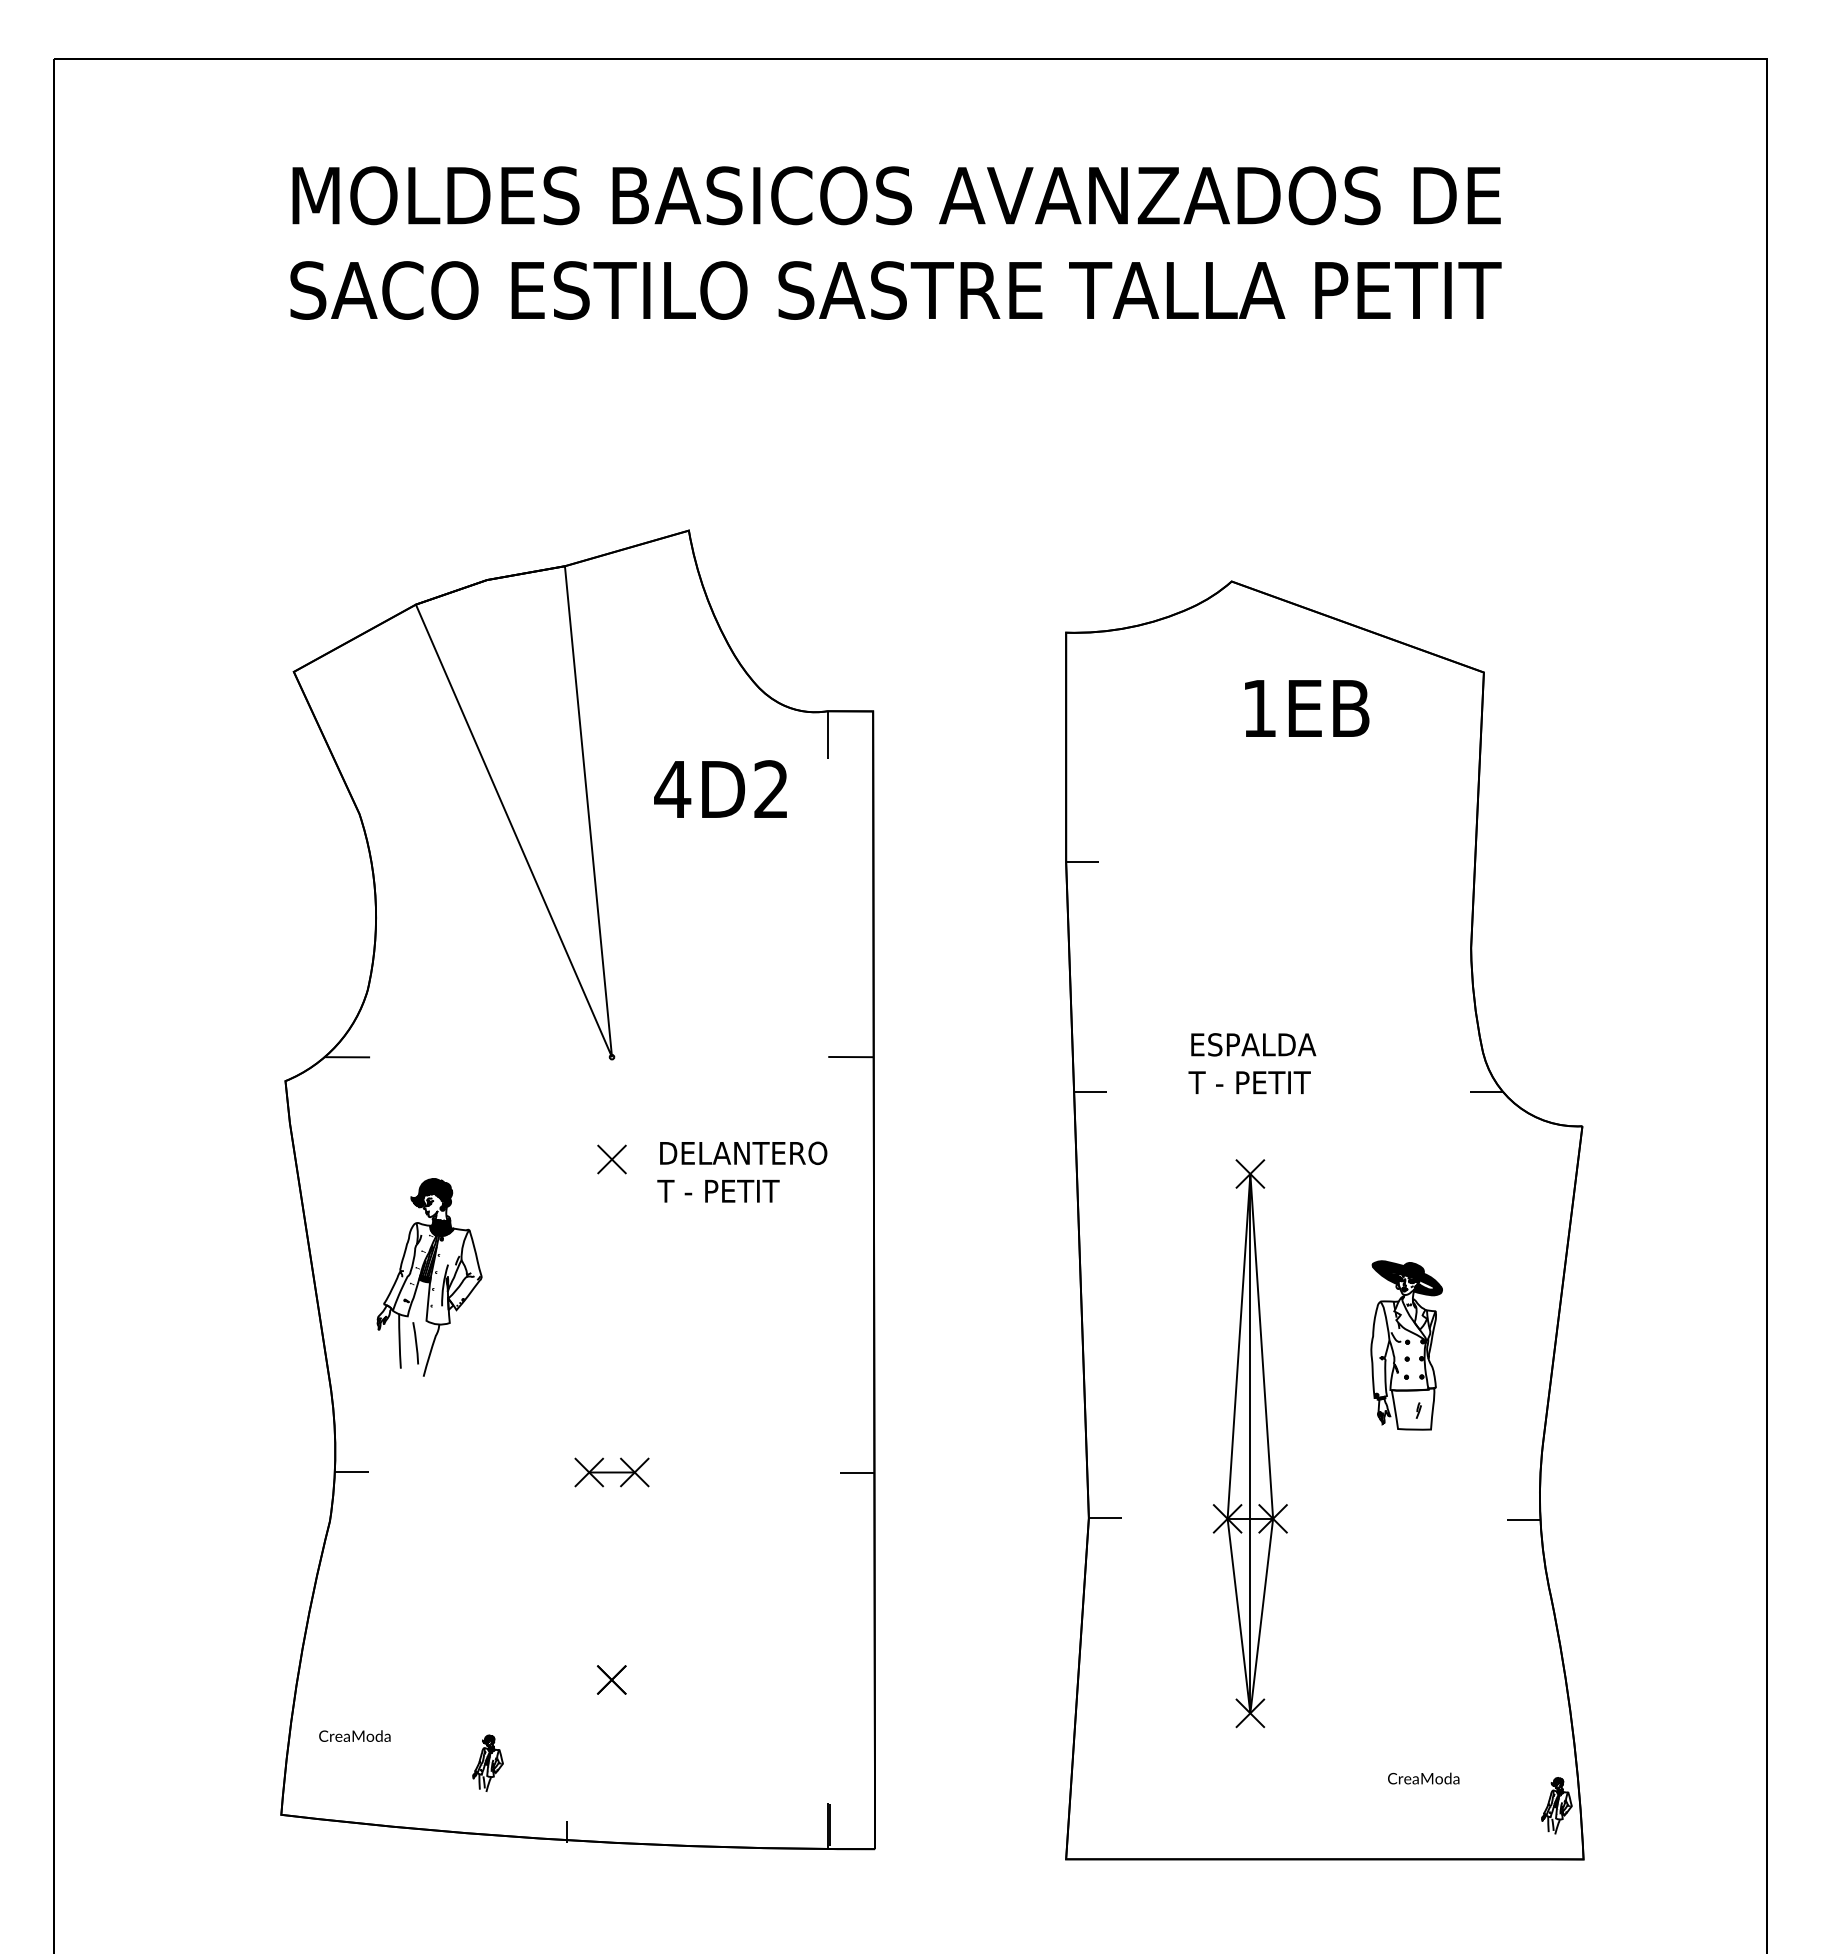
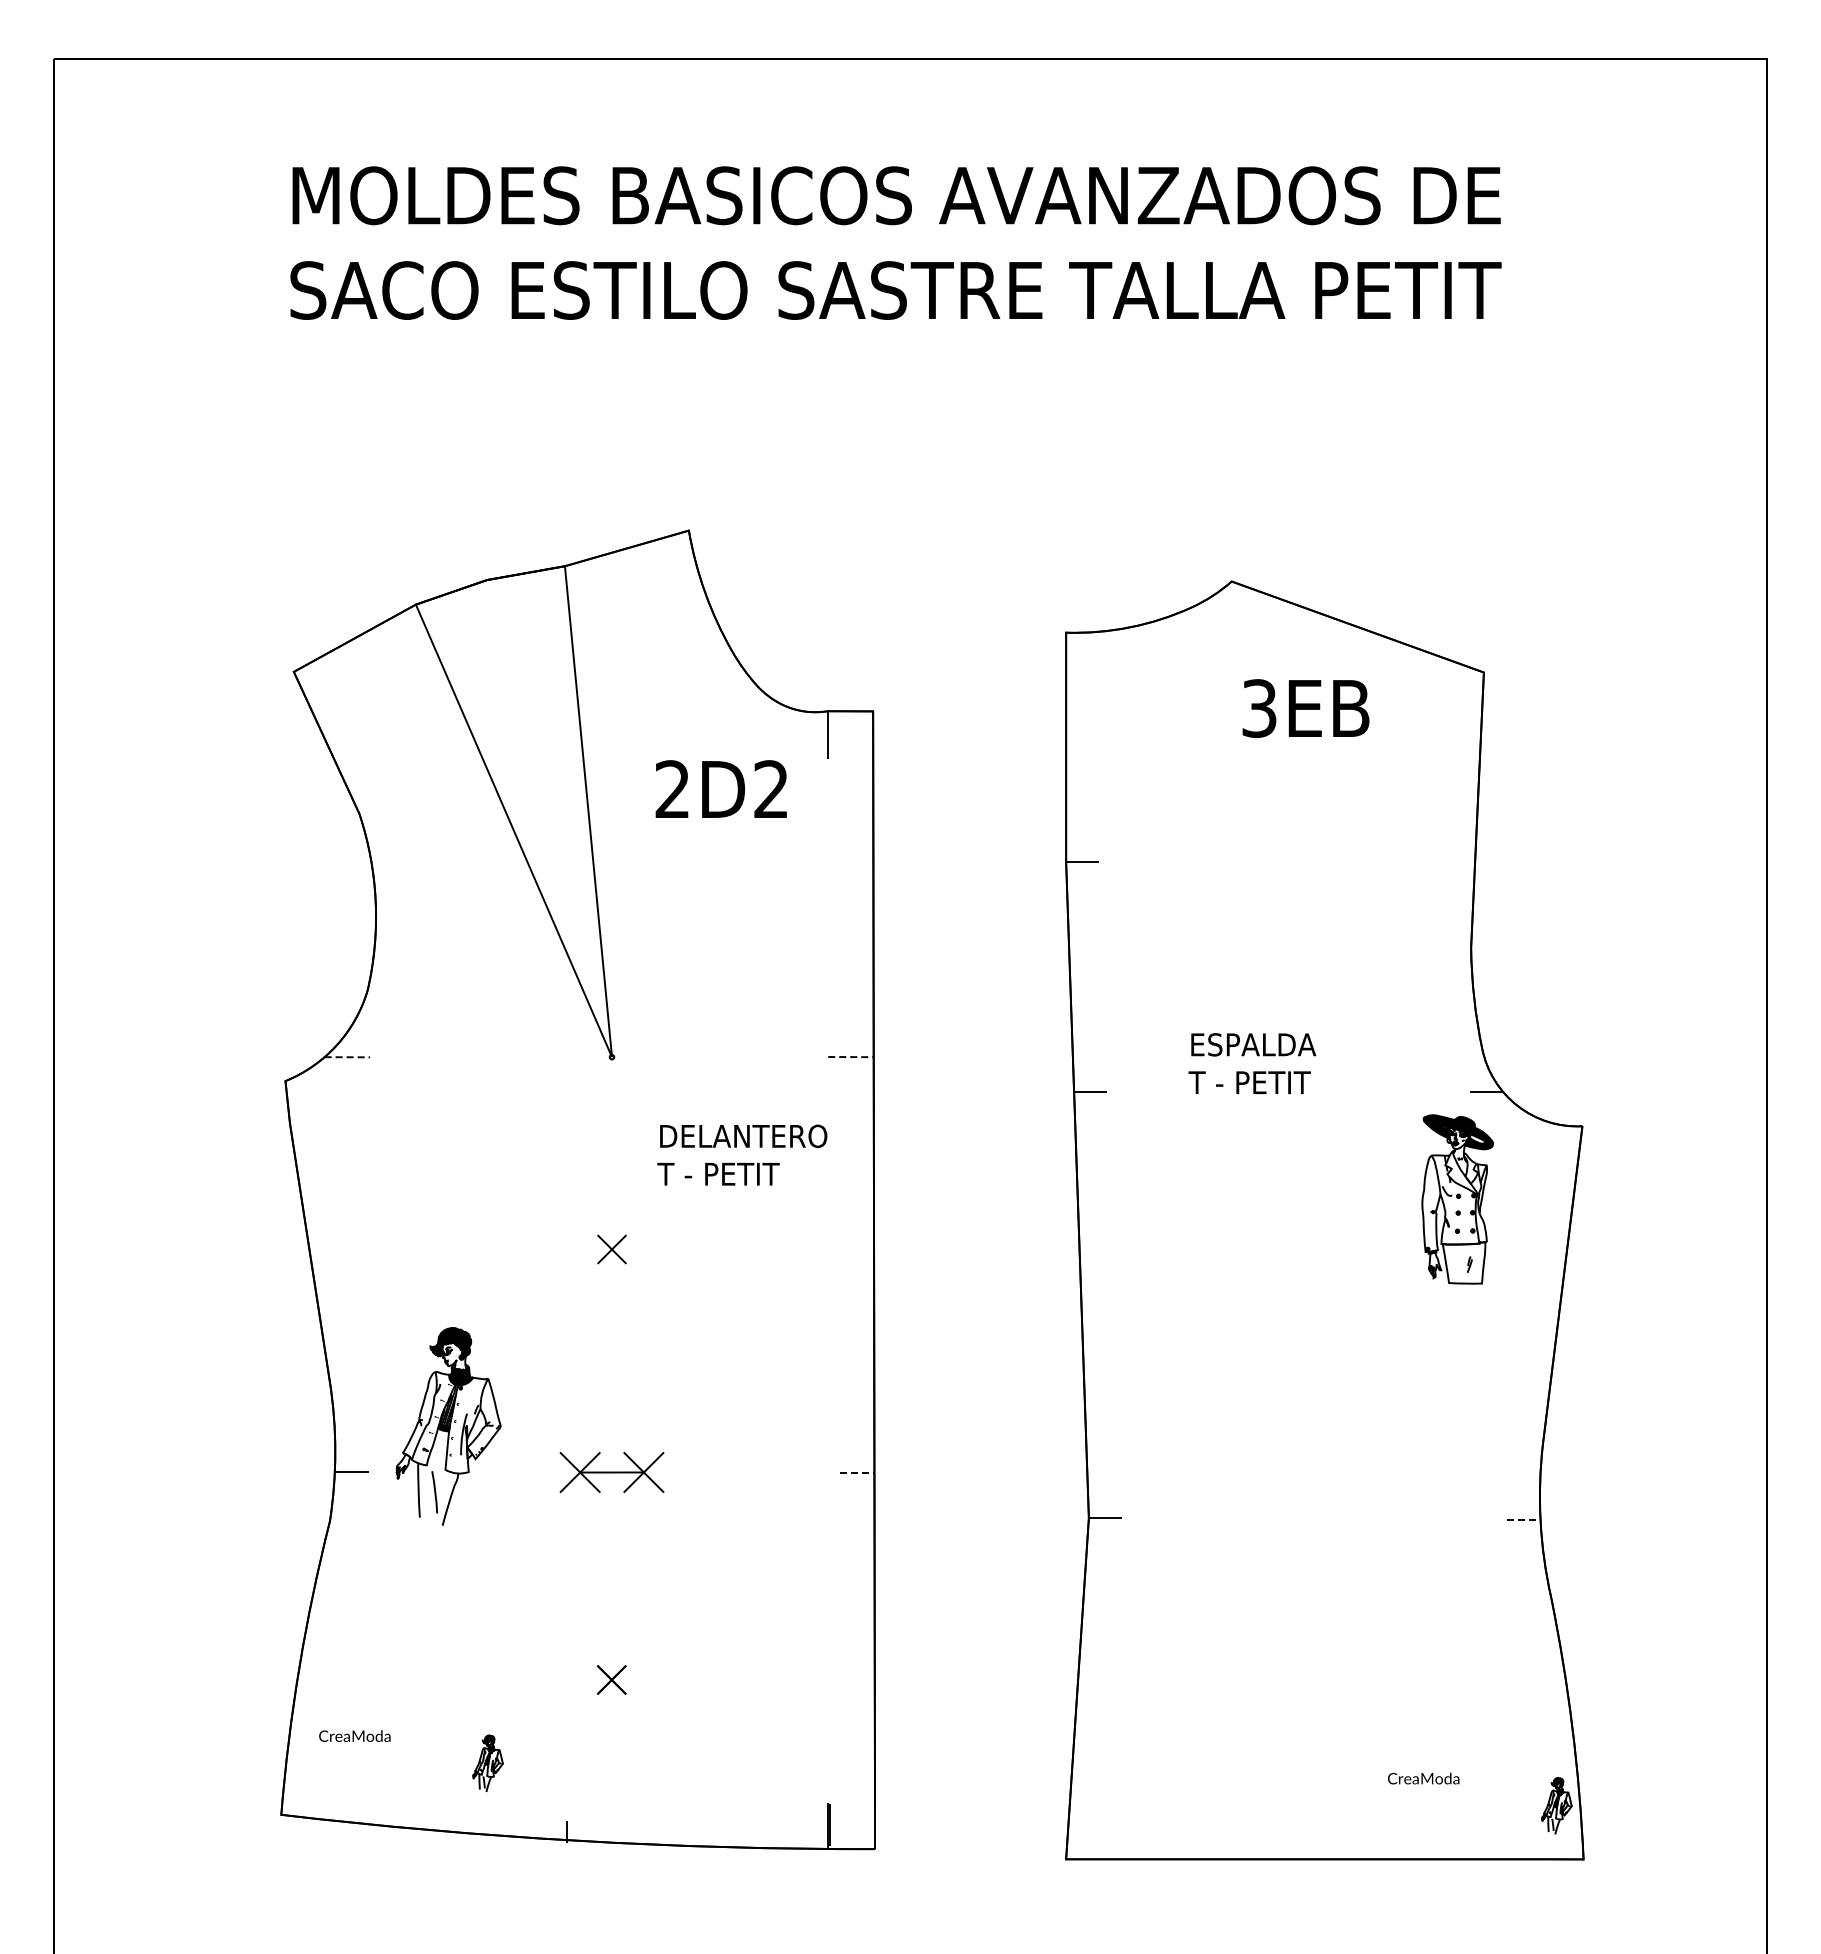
text at (1259, 708): 1EB -> 3EB
text at (672, 788): 4D2 -> 2D2
line at (347, 1057): solid -> dashed
line at (850, 1057): solid -> dashed
part at (611, 1159) position: (611, 1159) -> (611, 1249)
text at (742, 1171) position: (742, 1171) -> (742, 1154)
part at (429, 1277) position: (429, 1277) -> (448, 1426)
part at (1406, 1345) position: (1406, 1345) -> (1457, 1199)
part at (1249, 1443): present -> none
part at (611, 1472) size: 76x31 px -> 106x41 px
line at (857, 1472): solid -> dashed
line at (1523, 1519): solid -> dashed
